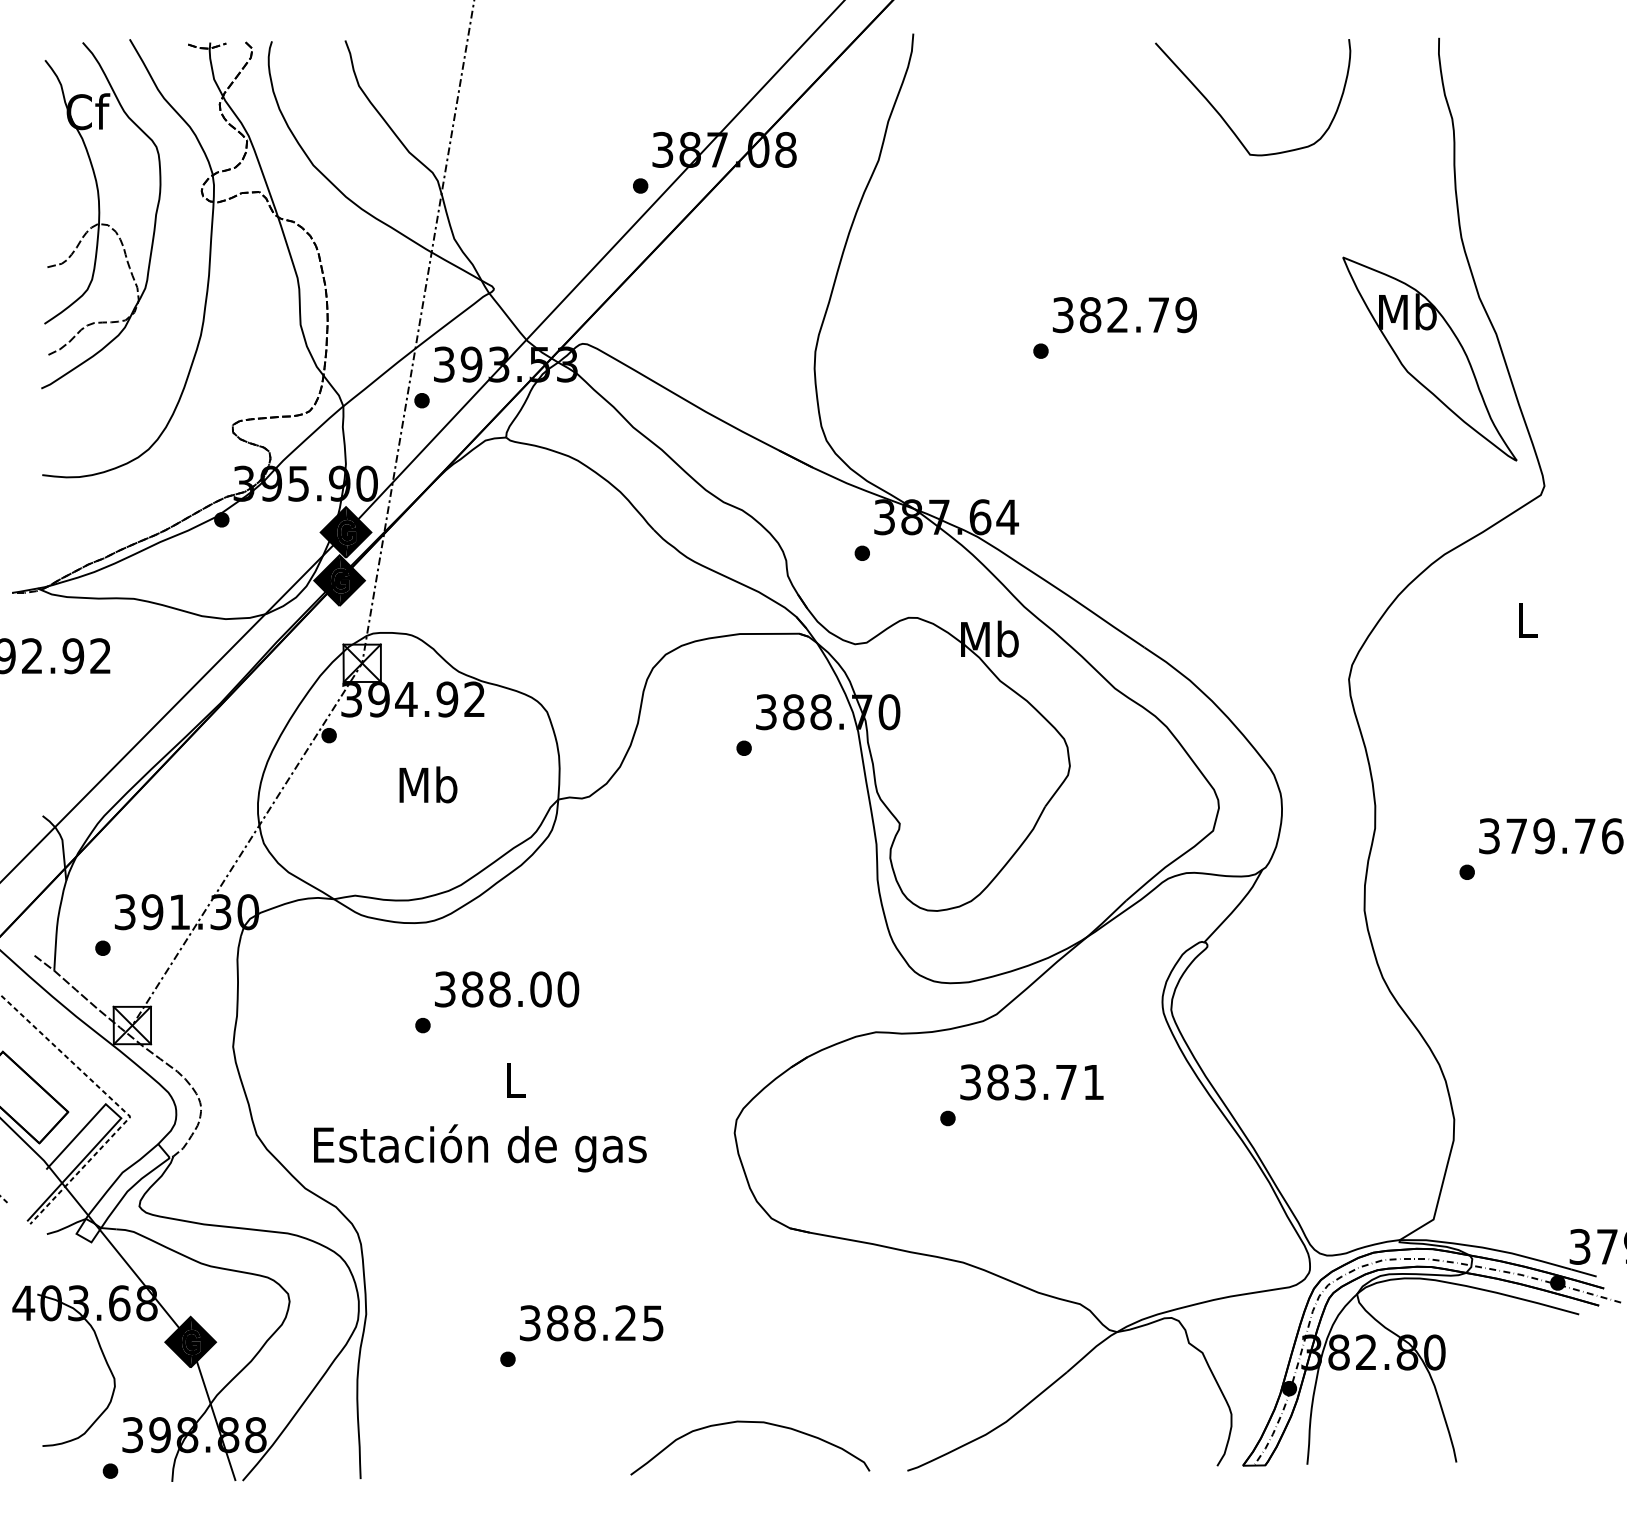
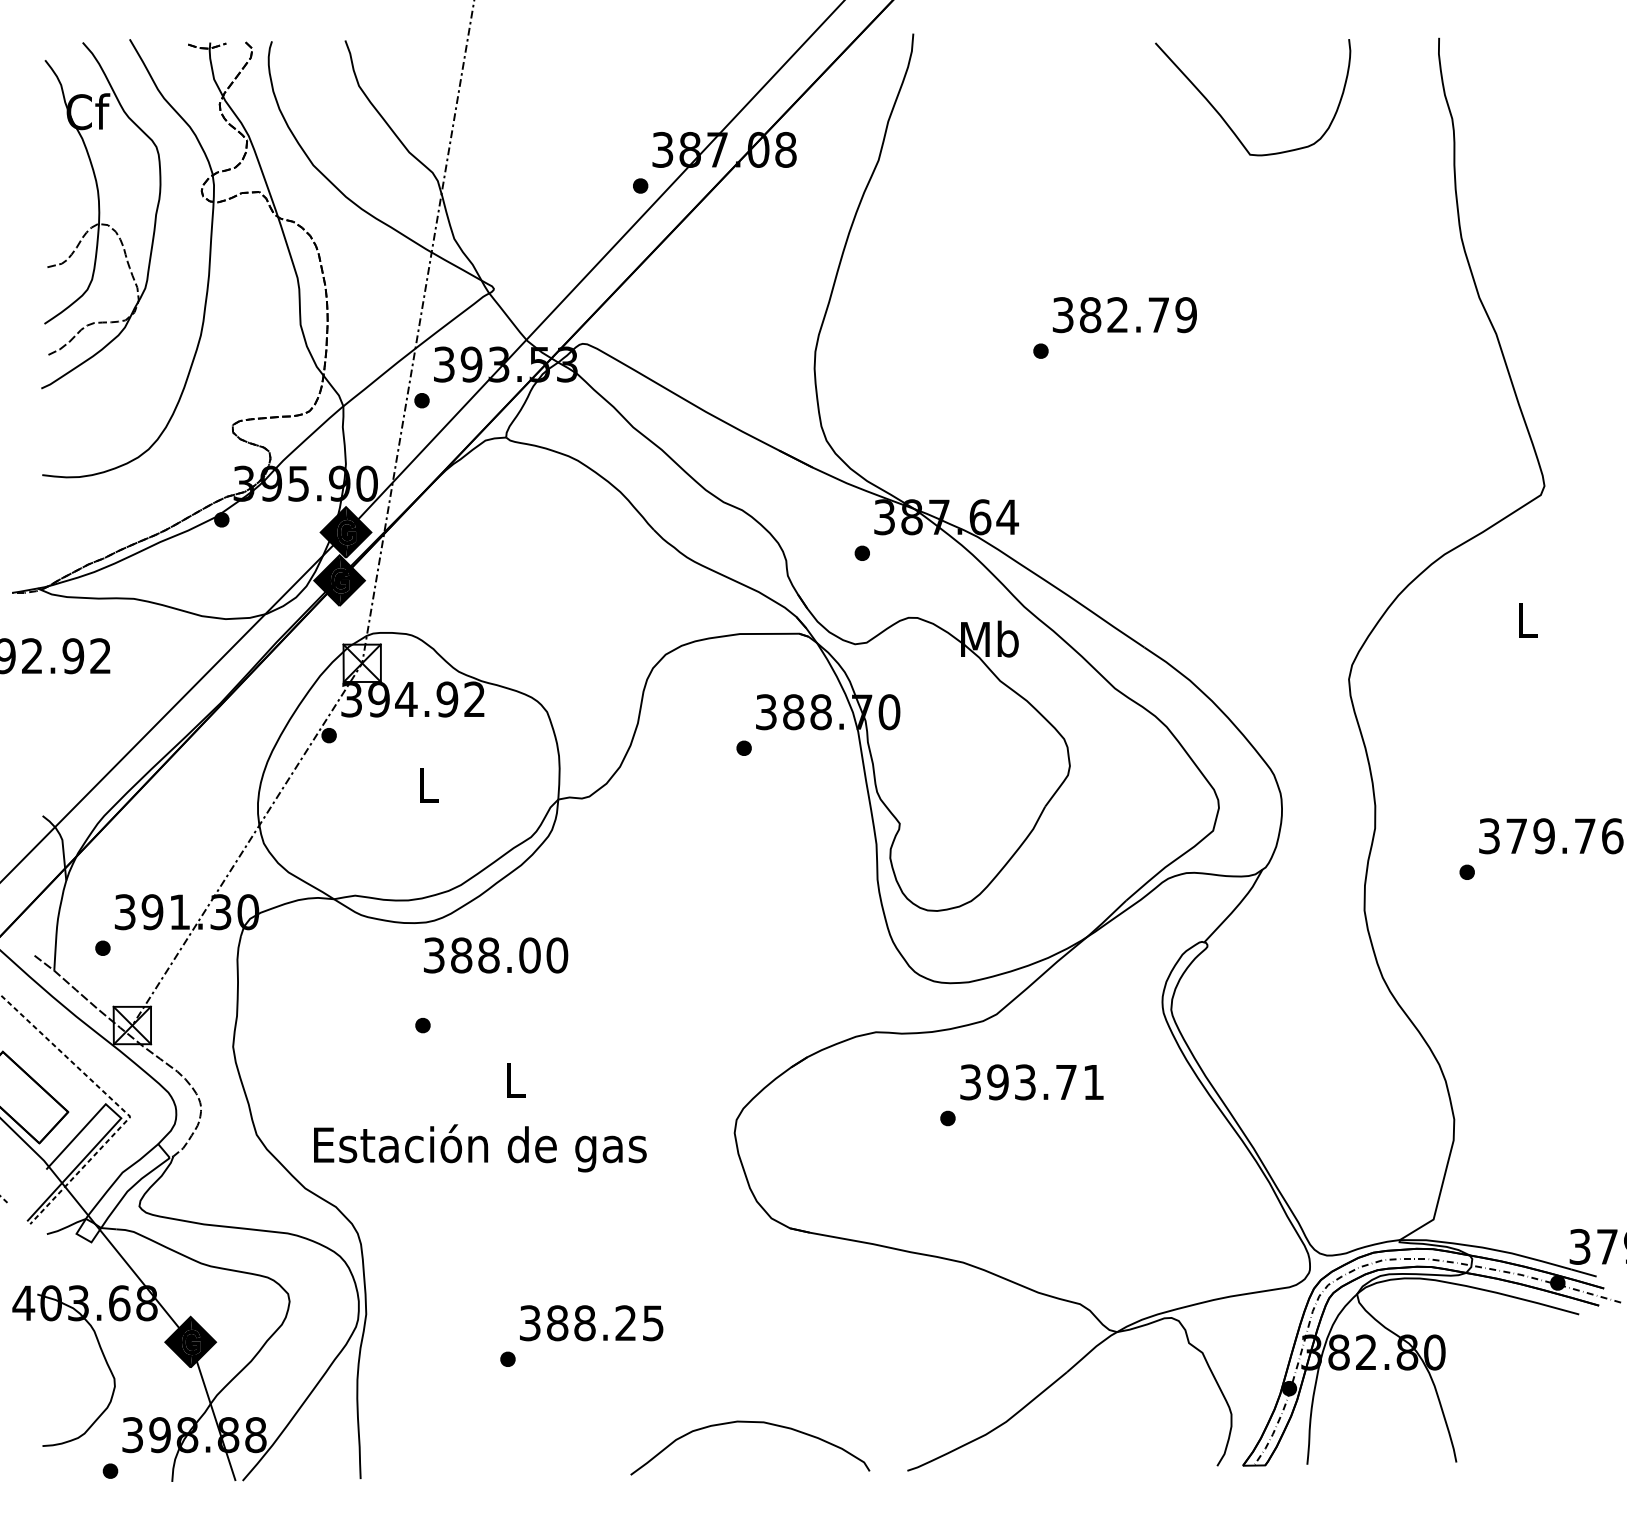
part at (1429, 358): present -> none
text at (428, 784): Mb -> L
text at (507, 989) position: (507, 989) -> (496, 955)
text at (997, 1082): 383.71 -> 393.71
